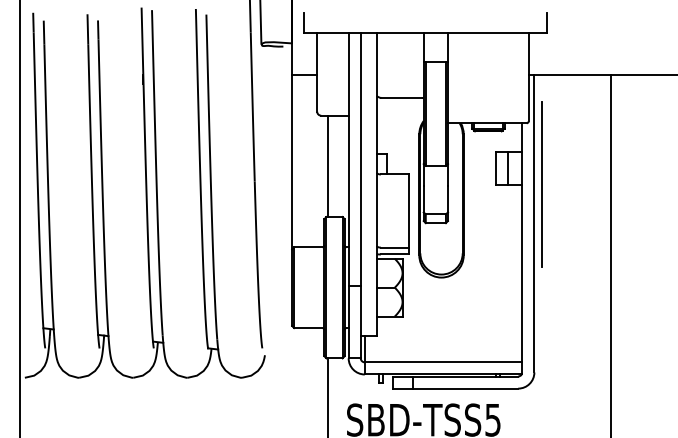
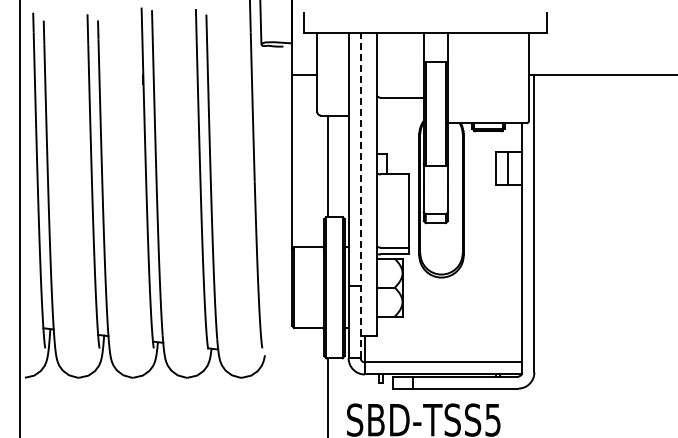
line at (542, 184): present -> none
line at (360, 195): solid -> dashed
line at (611, 254): present -> none
